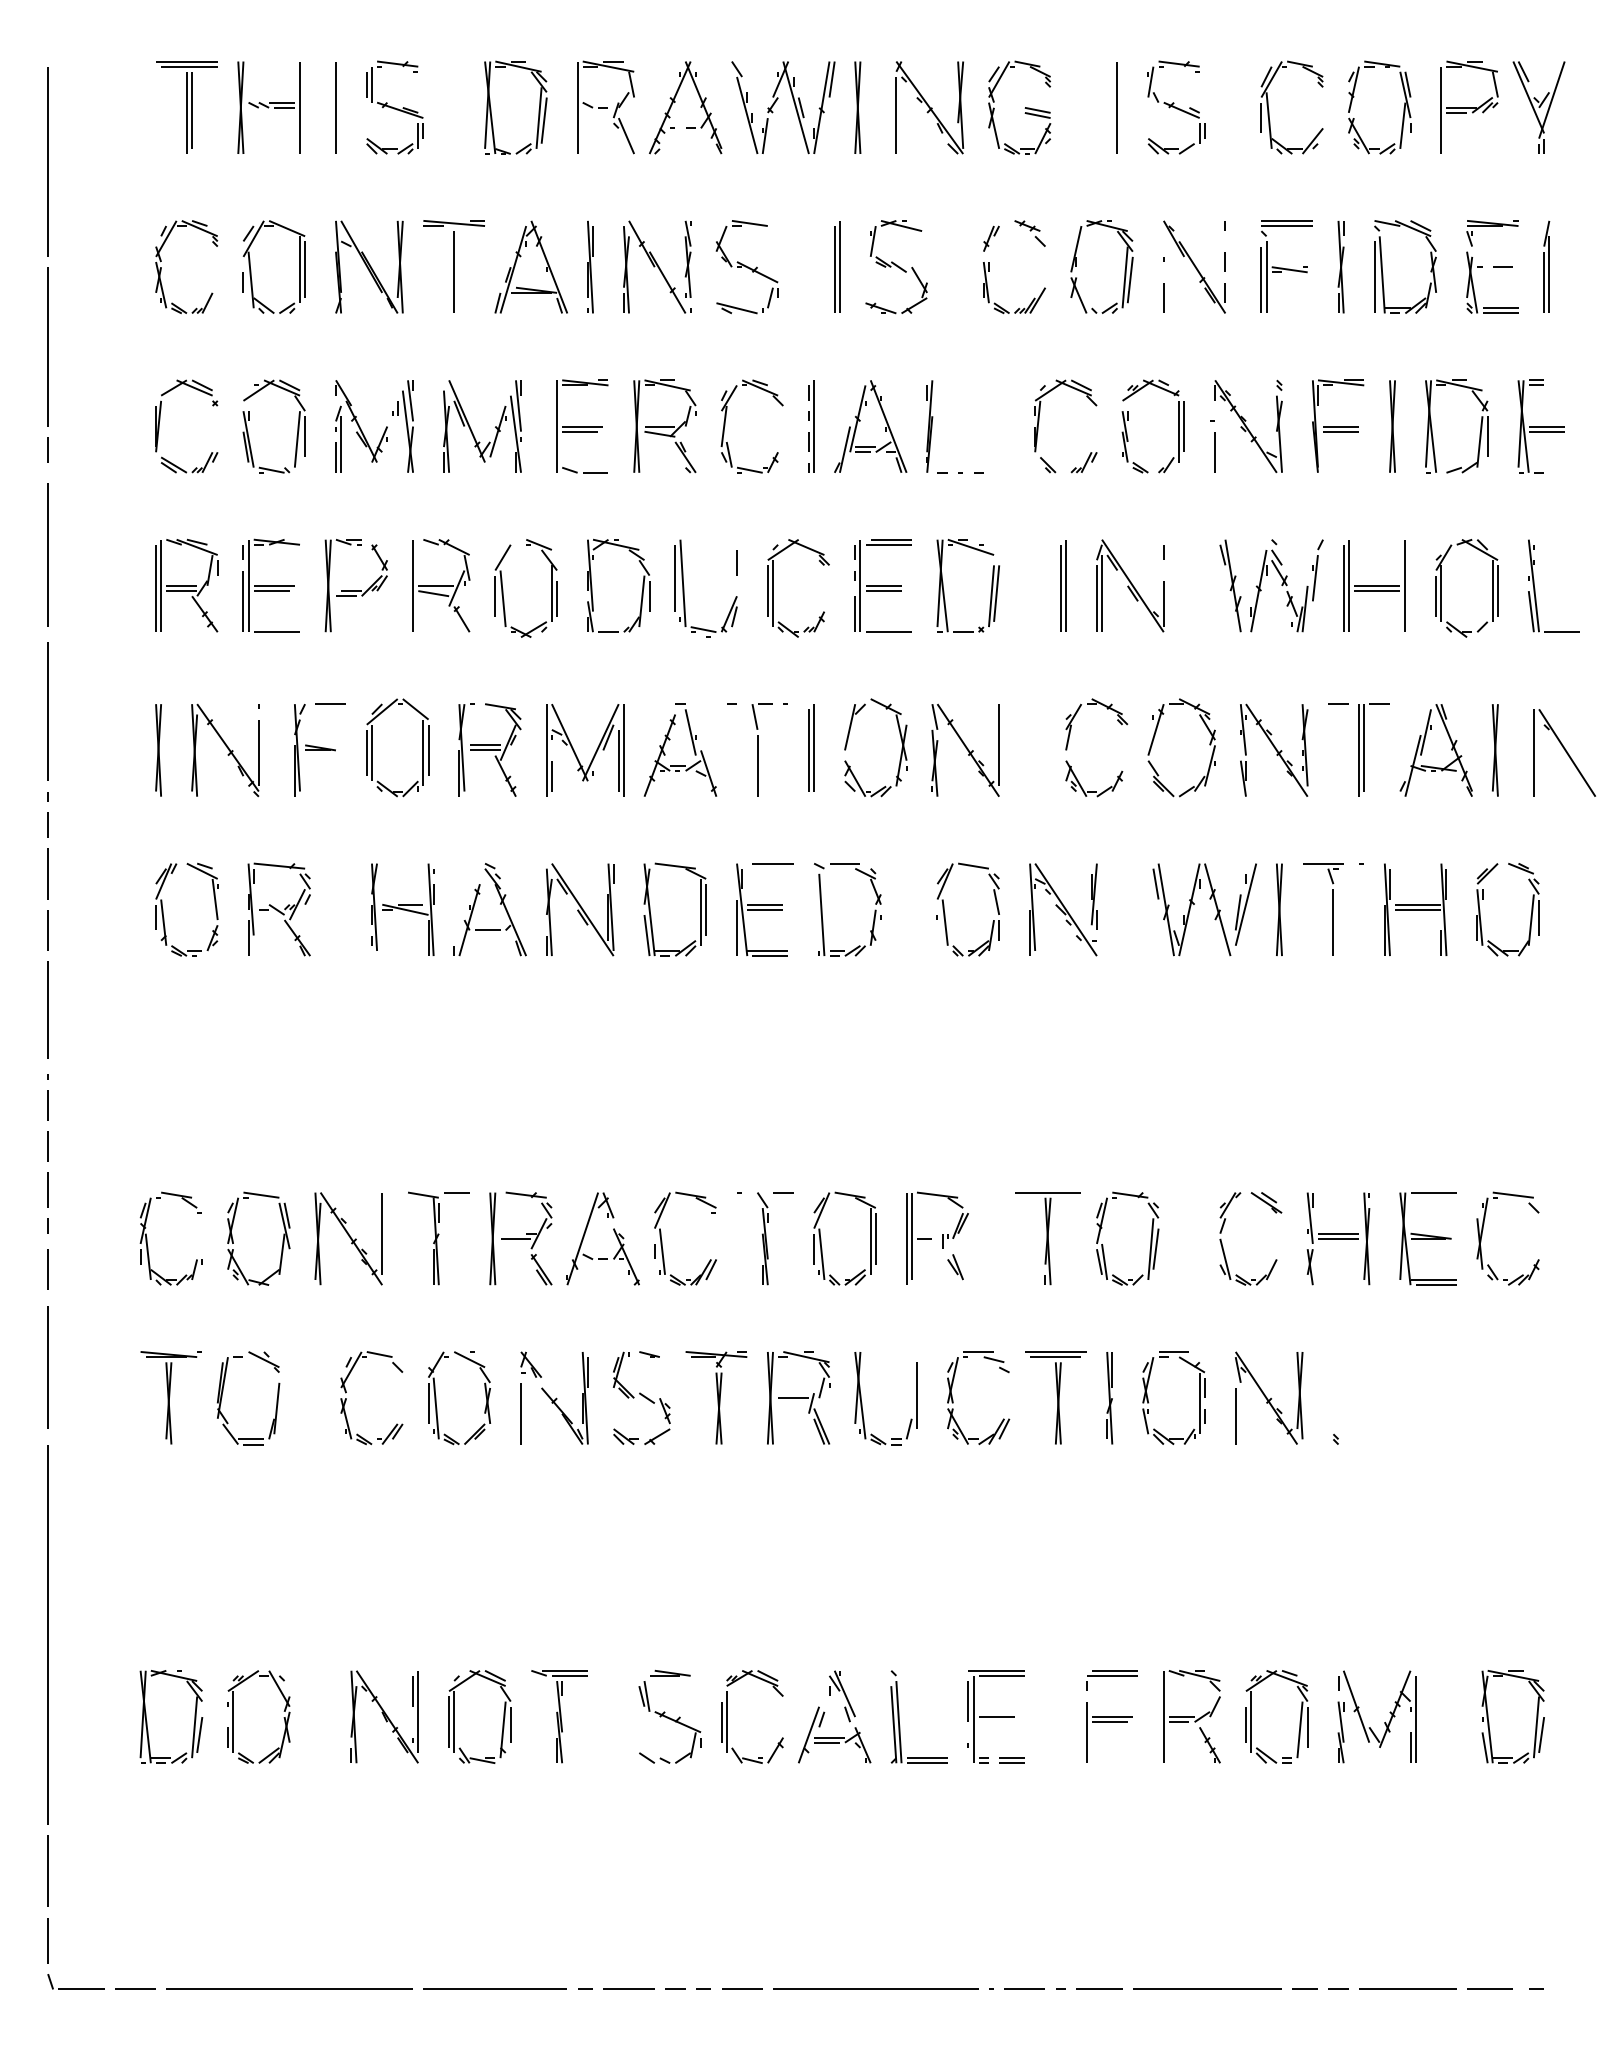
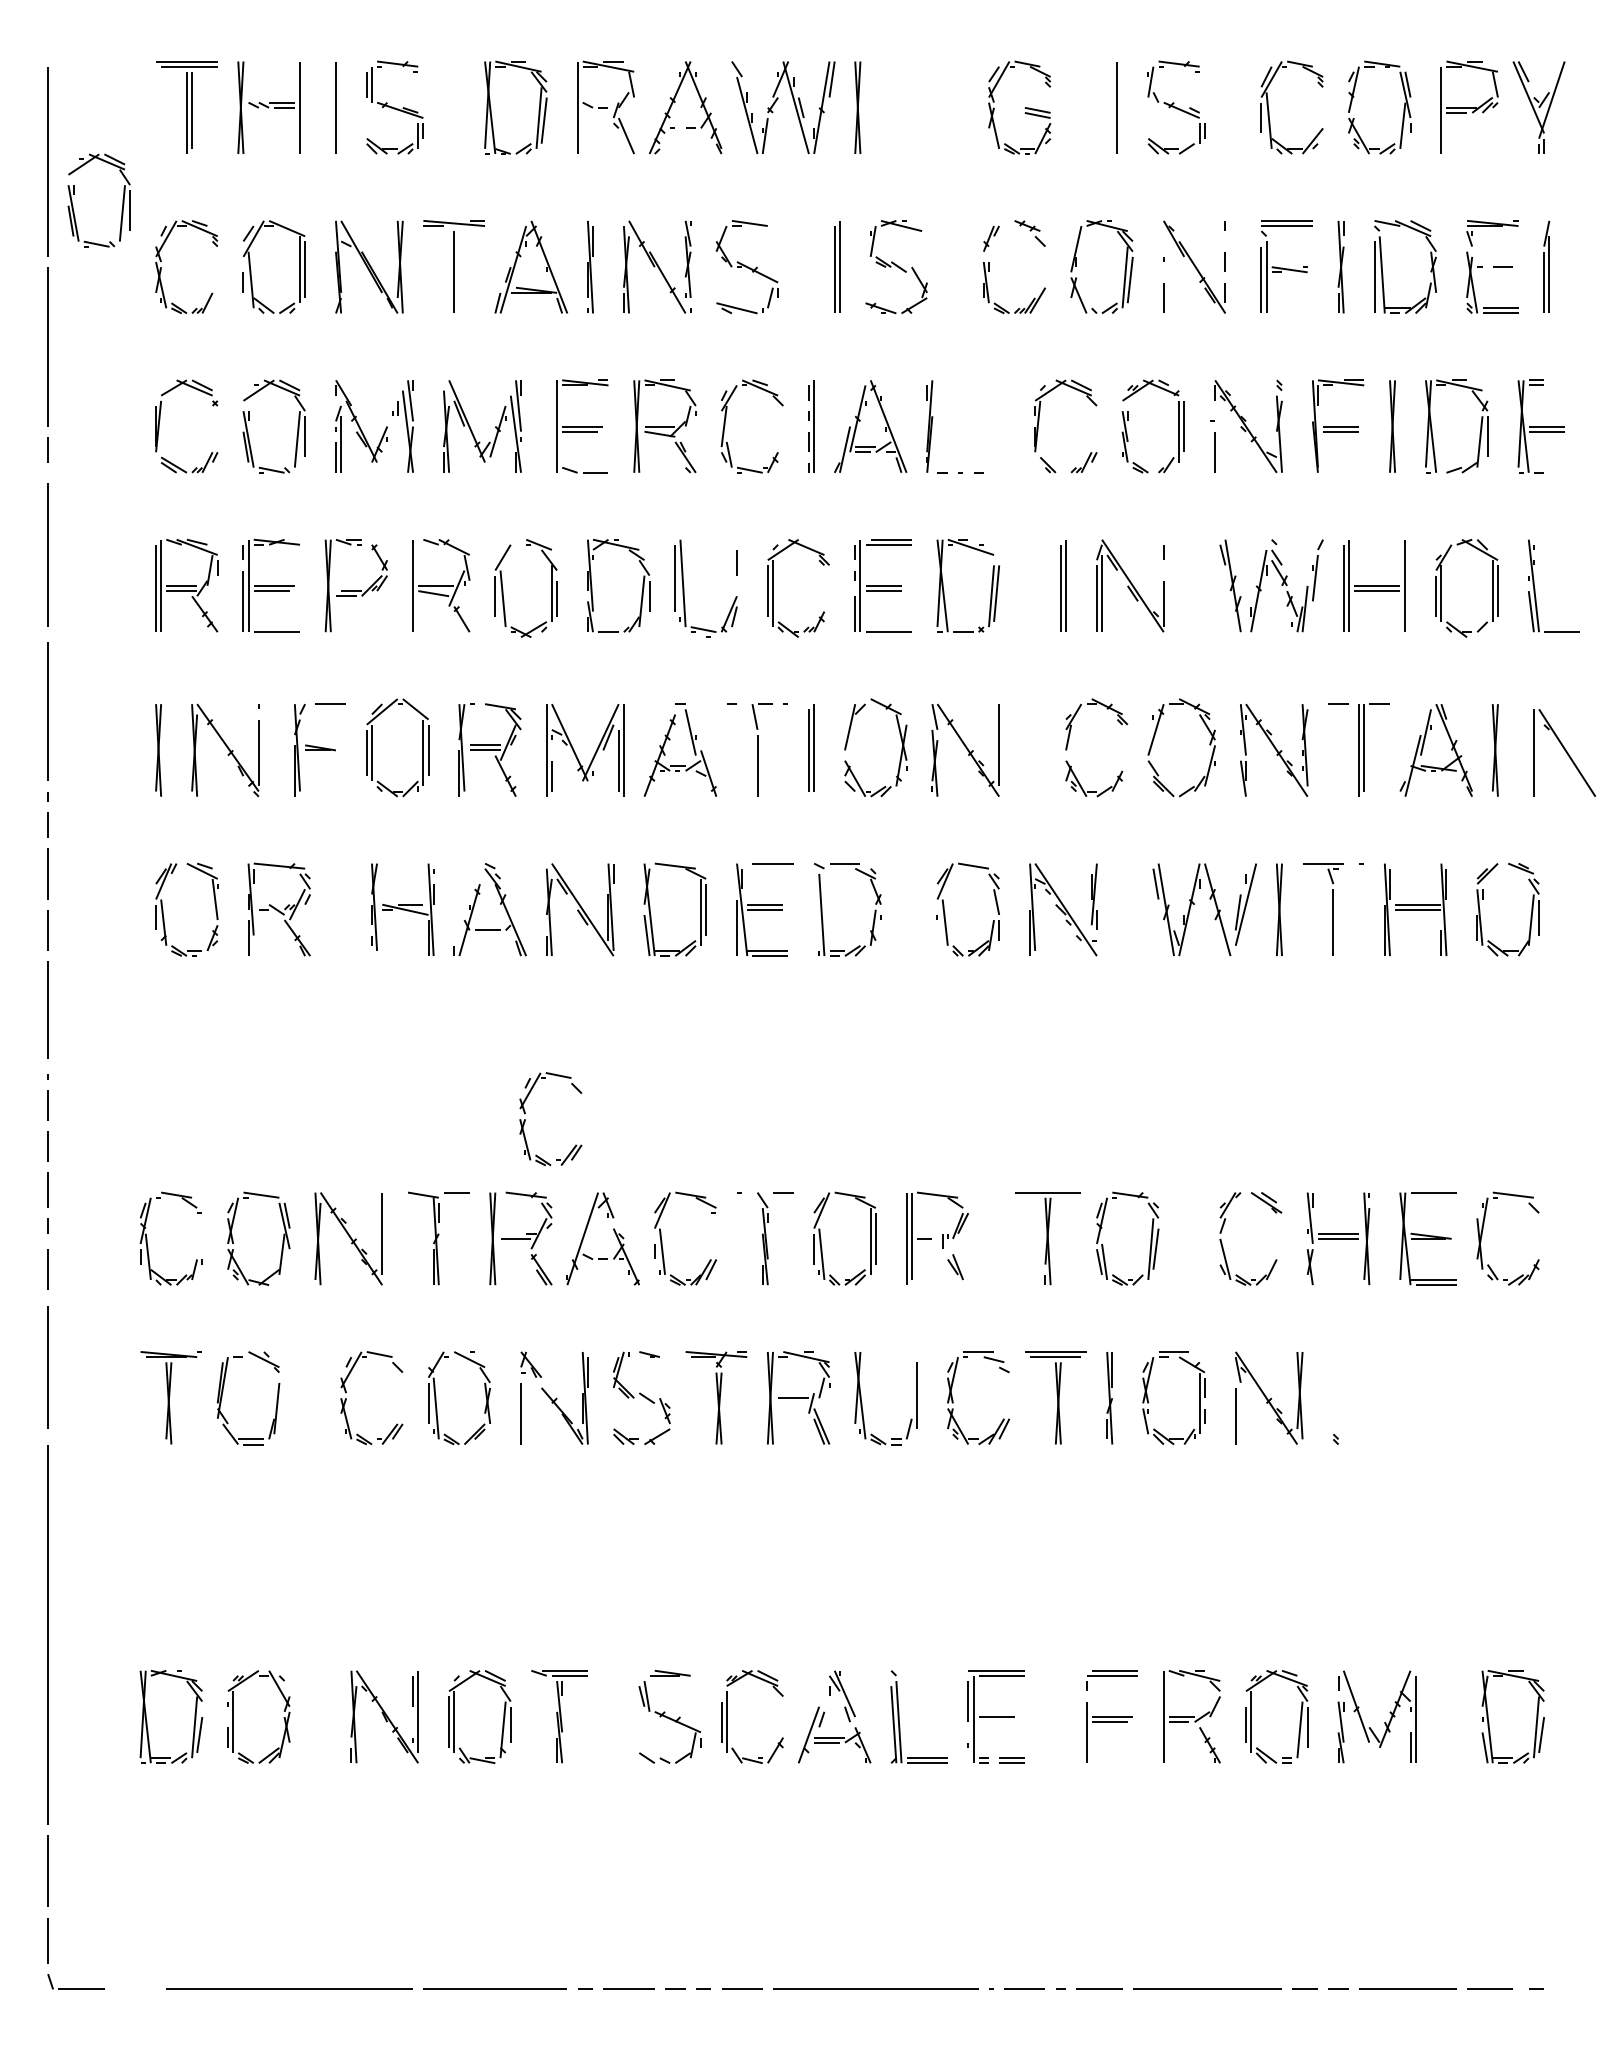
part at (929, 107): present -> none
part at (122, 200): none -> present
part at (525, 1119): none -> present
line at (135, 1988): present -> none
